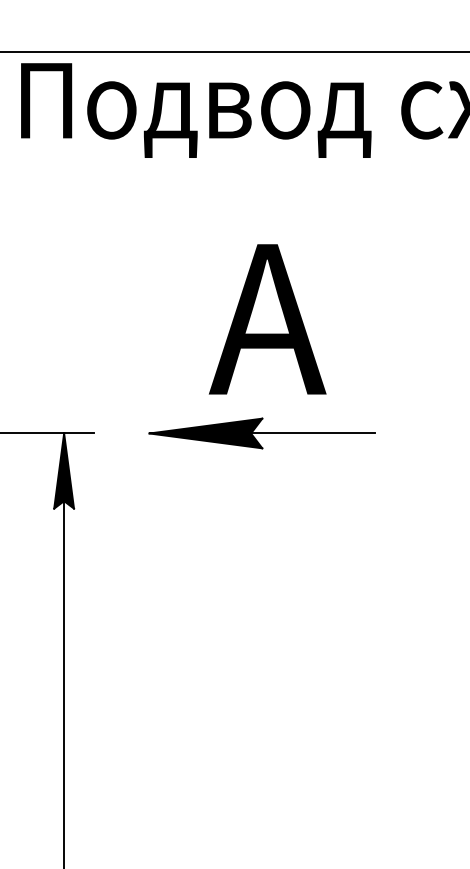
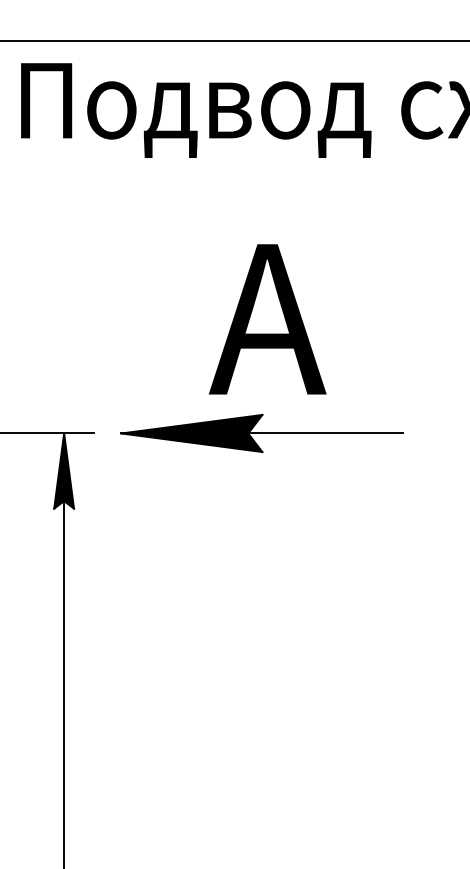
line at (234, 52) position: (234, 52) -> (234, 41)
part at (261, 433) size: 228x33 px -> 284x41 px
